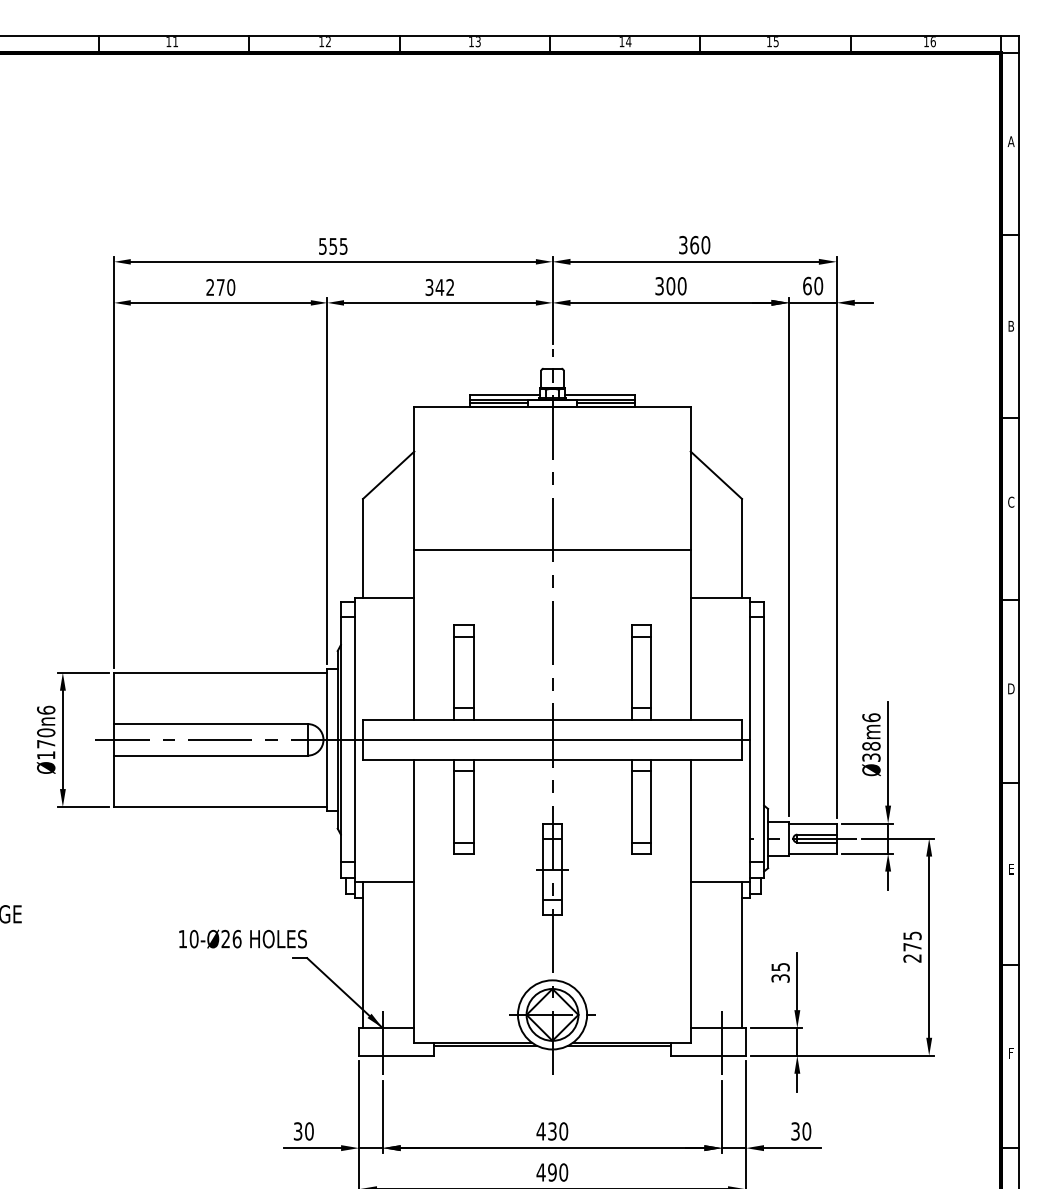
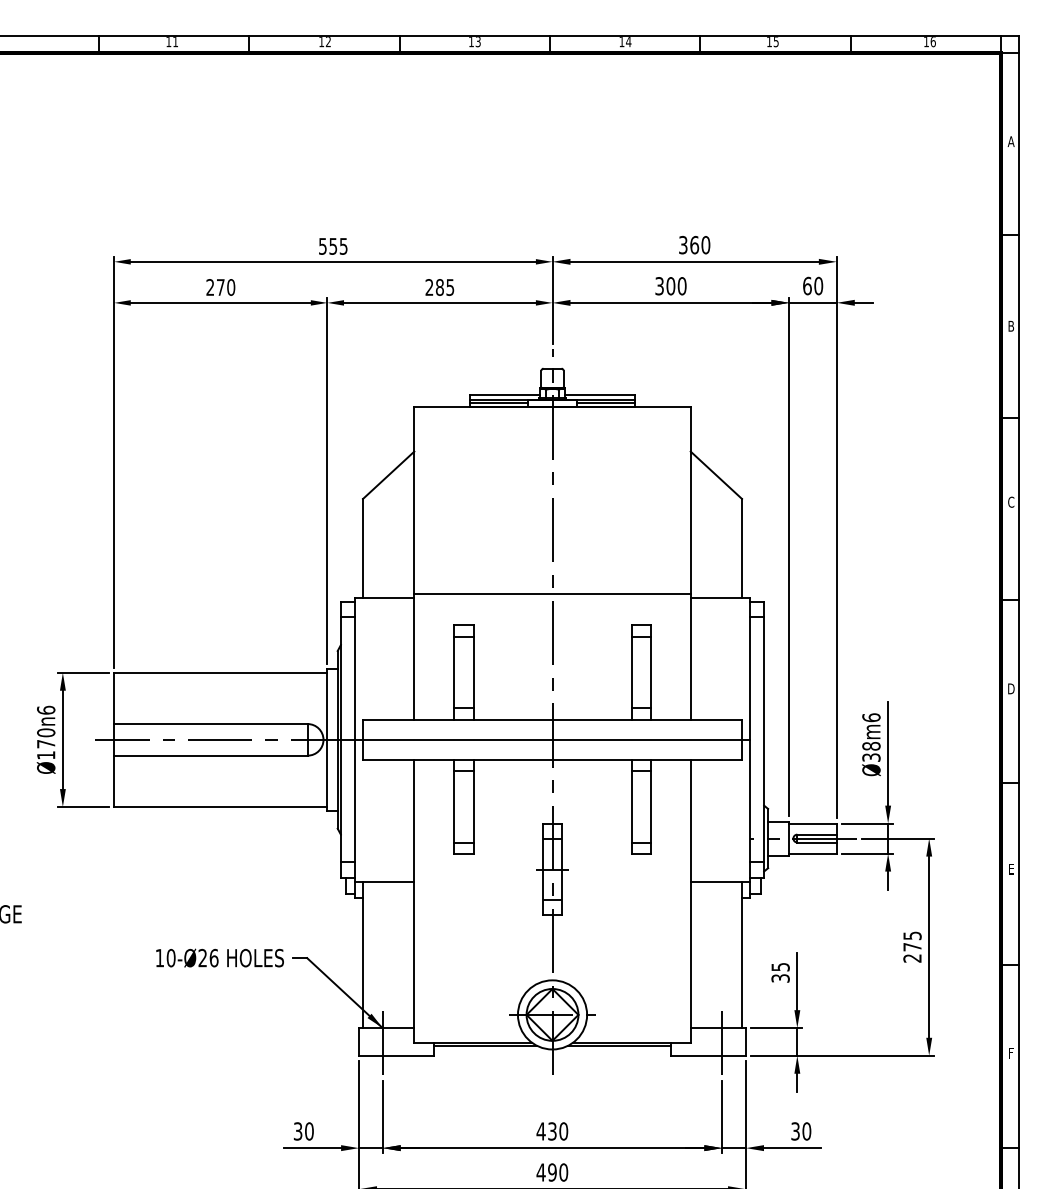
text at (439, 287): 342 -> 285
line at (552, 549) position: (552, 549) -> (552, 593)
text at (242, 938) position: (242, 938) -> (219, 957)
